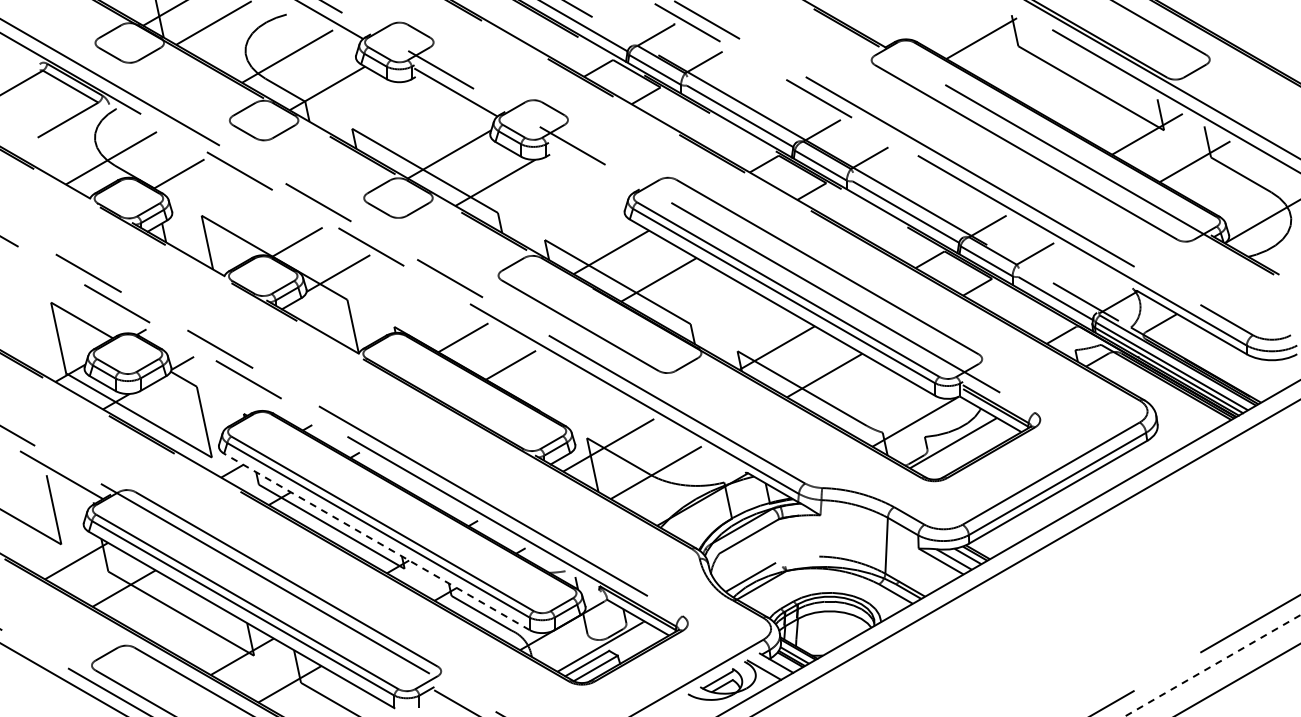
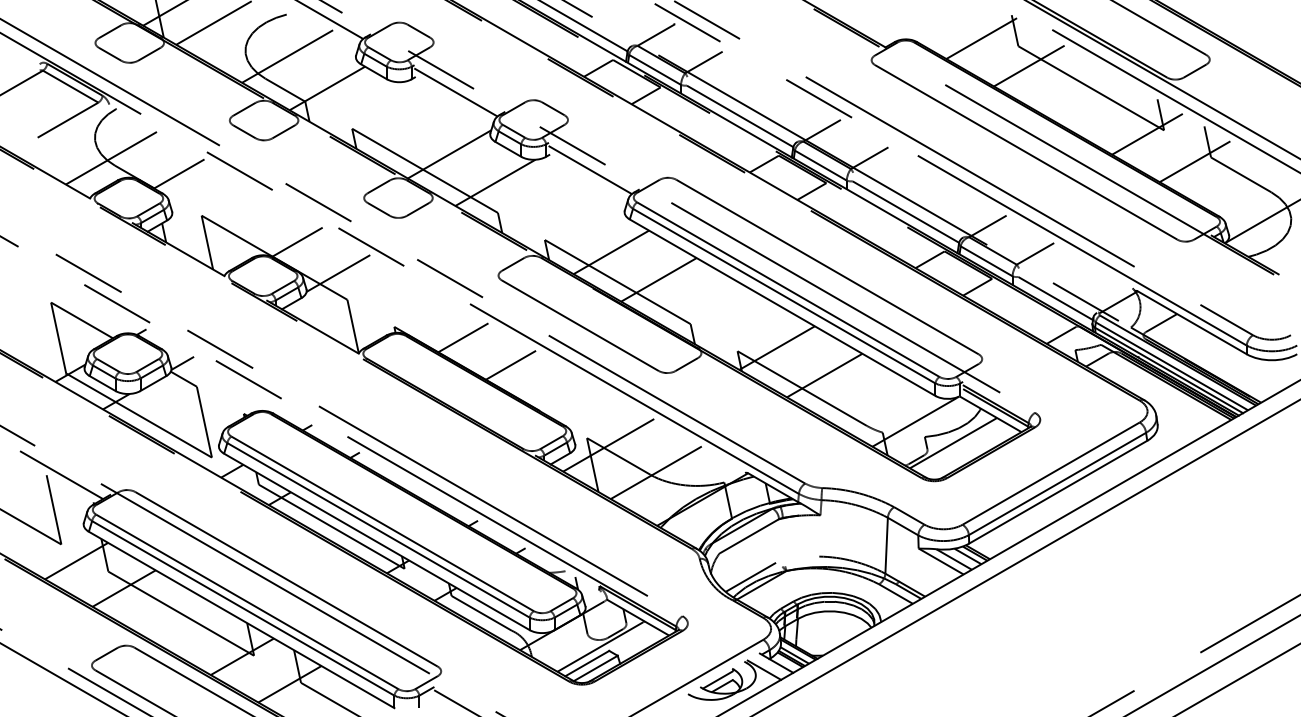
line at (1028, 65): none -> present
line at (589, 170): none -> present
line at (376, 541): dashed -> solid
line at (1212, 665): dashed -> solid
